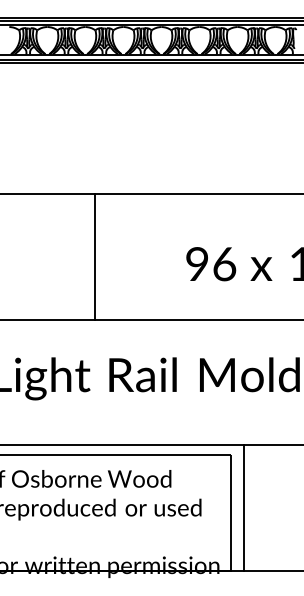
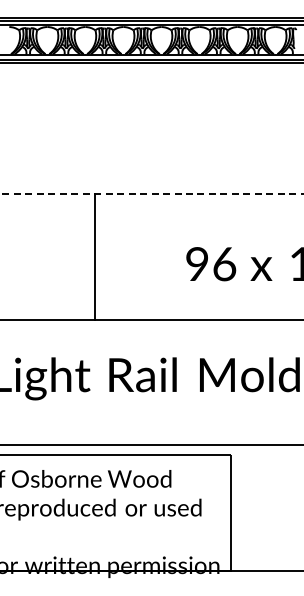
line at (152, 194): solid -> dashed
line at (243, 507): present -> none
